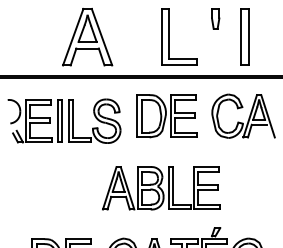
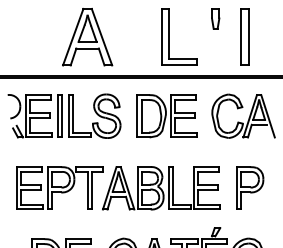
part at (64, 120) position: (64, 120) -> (64, 115)
part at (59, 187): none -> present
part at (250, 187): none -> present
